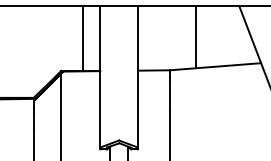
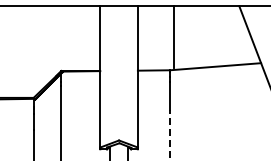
line at (195, 37) position: (195, 37) -> (173, 37)
line at (83, 38): present -> none
line at (169, 135): solid -> dashed
